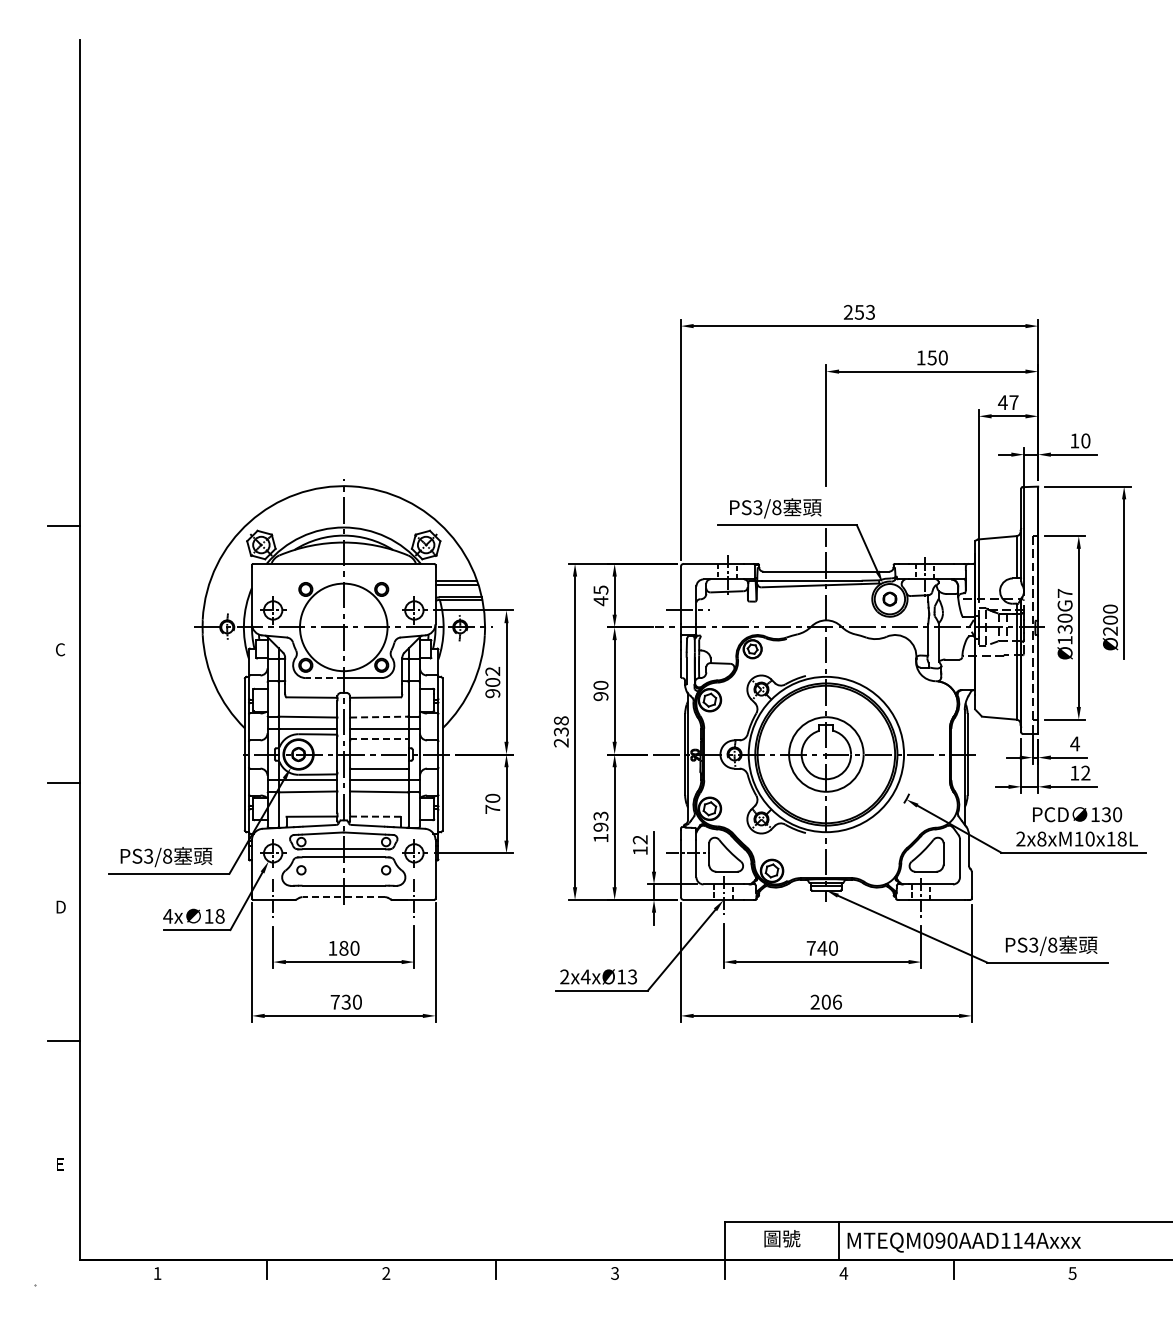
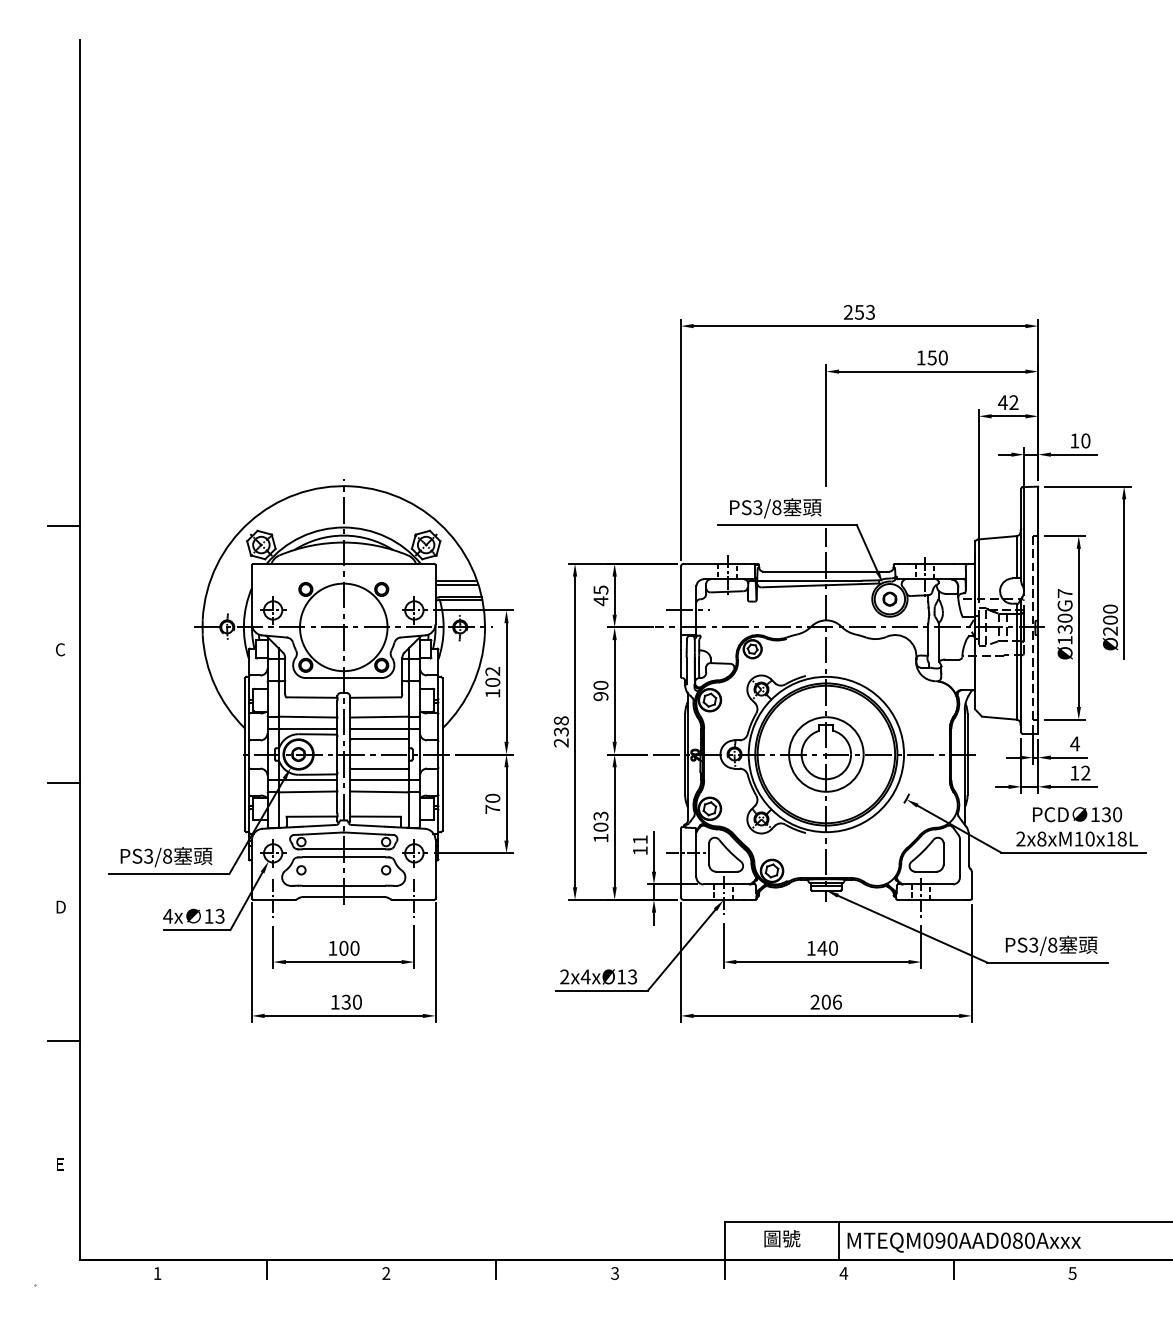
text at (1013, 402): 47 -> 42
line at (324, 678): dashed -> solid
text at (492, 693): 902 -> 102
line at (379, 717): dashed -> solid
line at (379, 739): dashed -> solid
line at (375, 816): dashed -> solid
text at (600, 826): 193 -> 103
text at (639, 839): 12 -> 11
line at (343, 897): dashed -> solid
text at (219, 916): 18 -> 13
text at (343, 948): 180 -> 100
text at (810, 948): 740 -> 140
text at (334, 1002): 730 -> 130
text at (1018, 1240): MTEQM090AAD114Axxx -> MTEQM090AAD080Axxx
